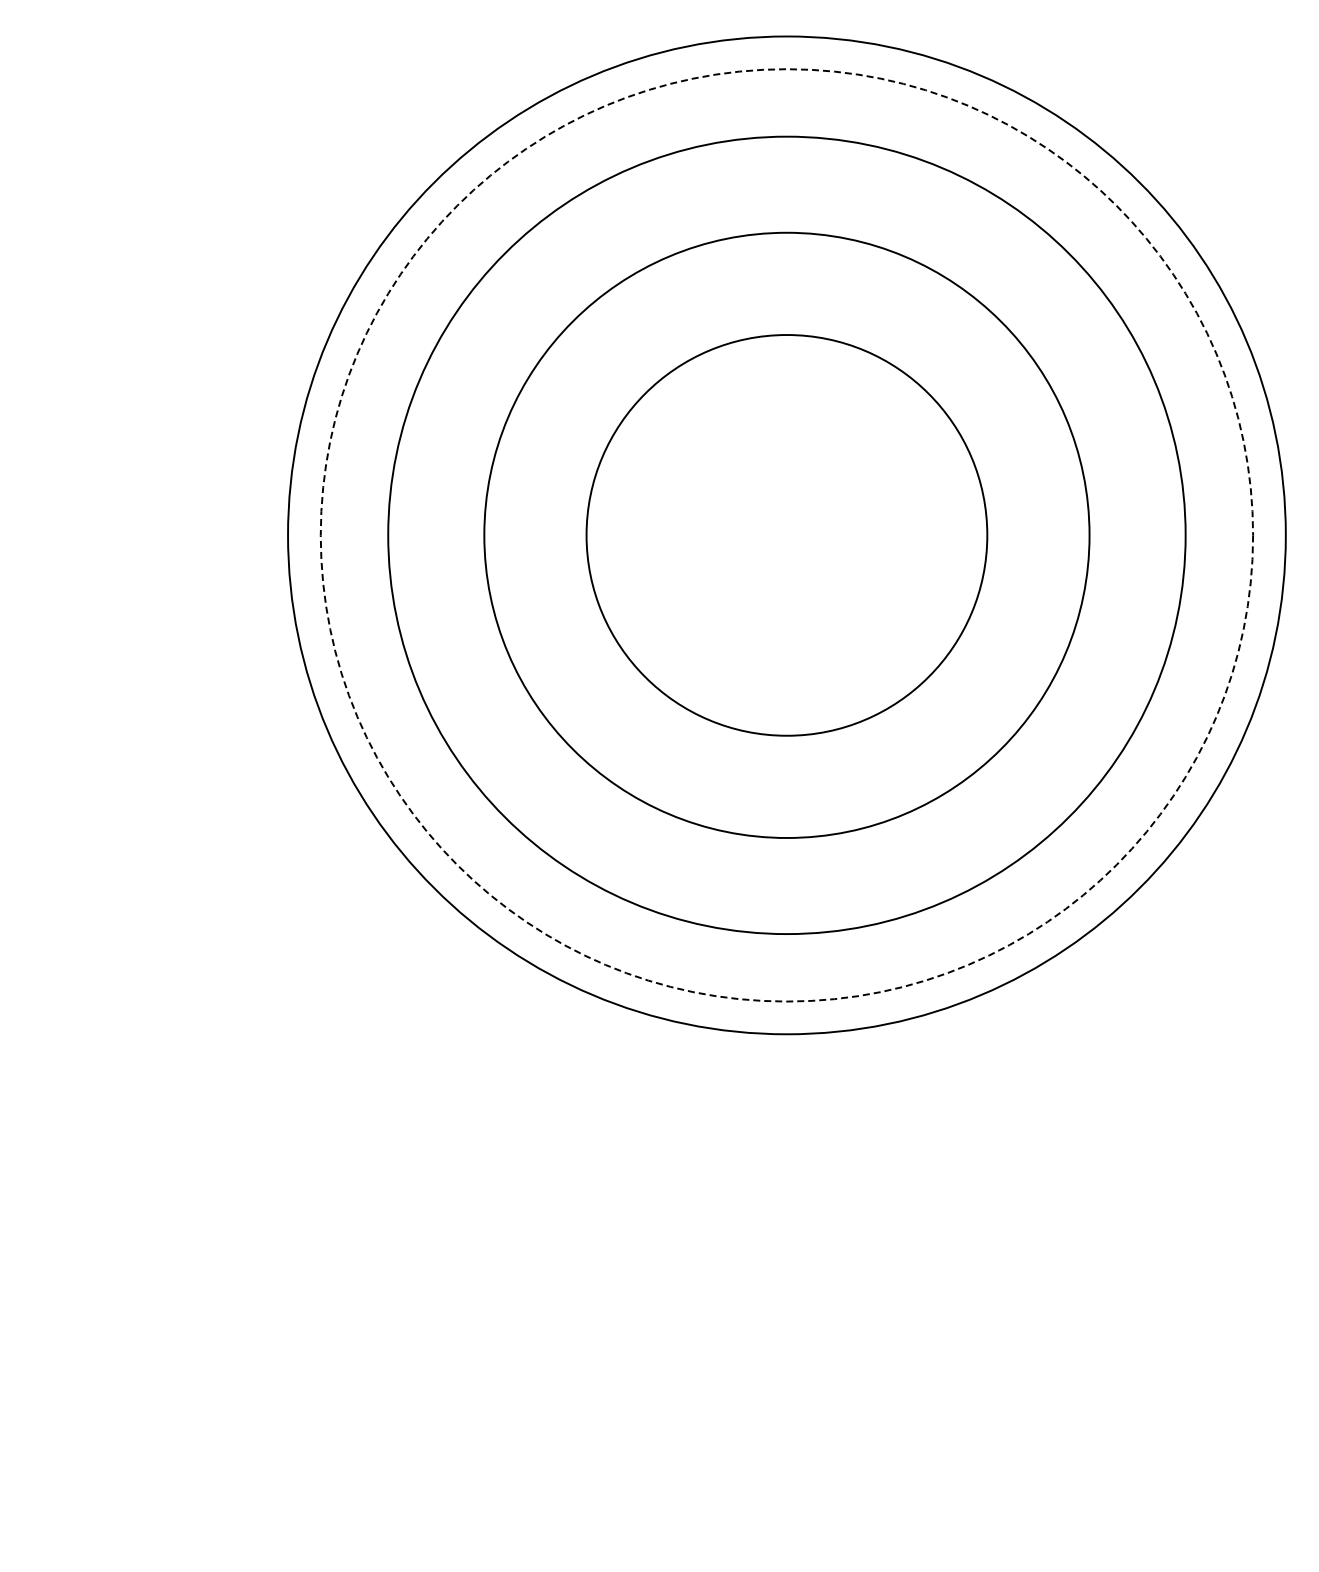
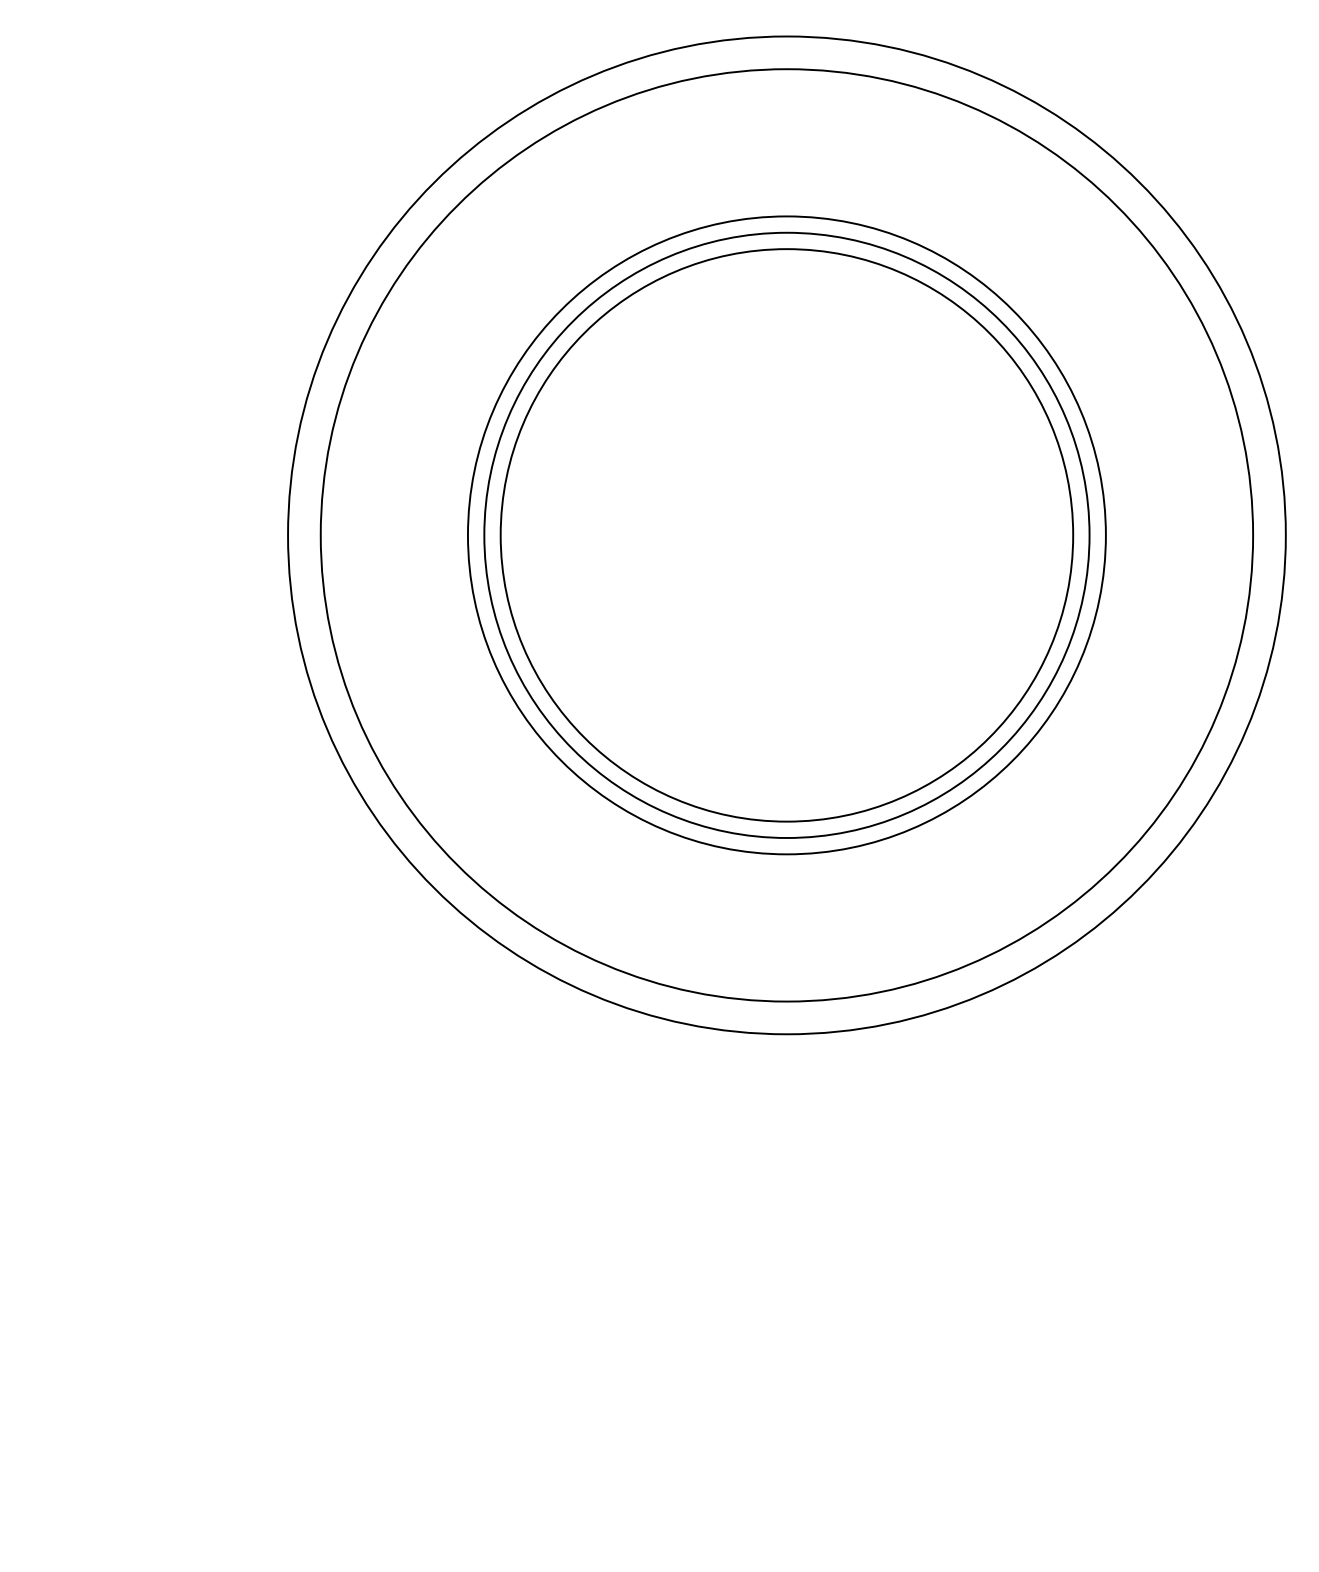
circle at (786, 535) diameter: 401 px -> 572 px
circle at (786, 535) diameter: 797 px -> 638 px
circle at (786, 535): dashed -> solid
